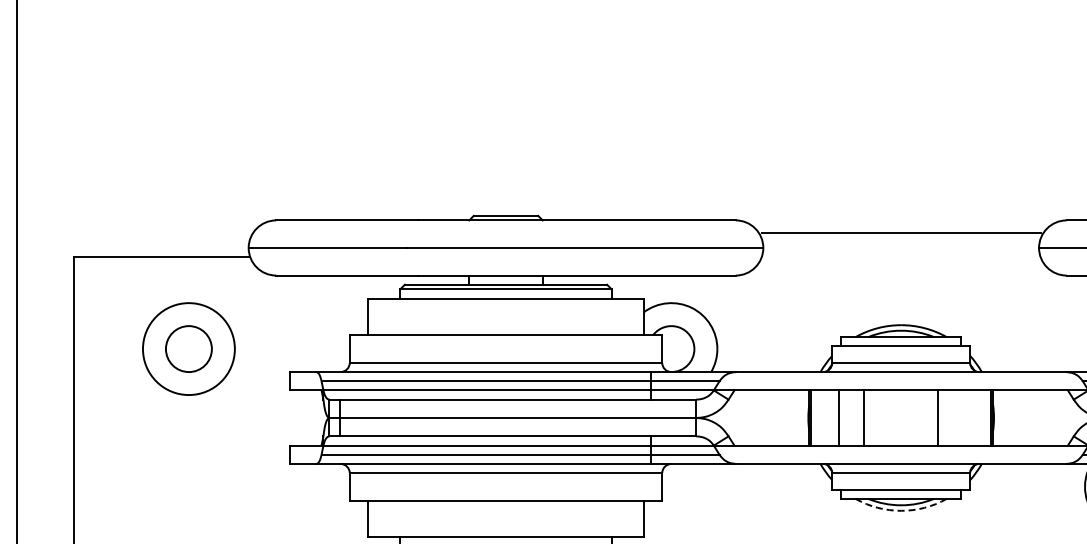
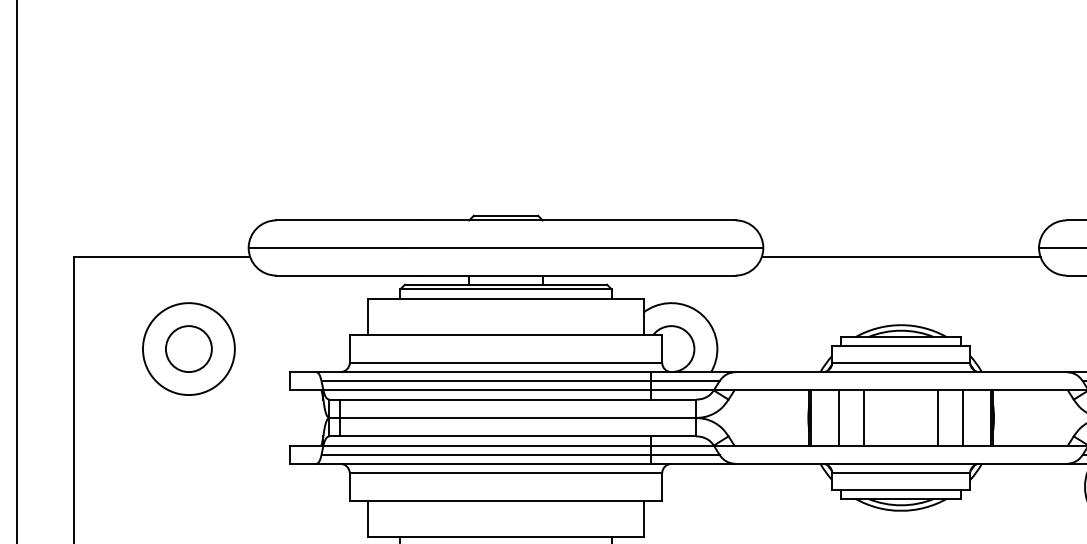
line at (900, 233) position: (900, 233) -> (900, 257)
line at (963, 417): none -> present
arc at (901, 510): dashed -> solid
